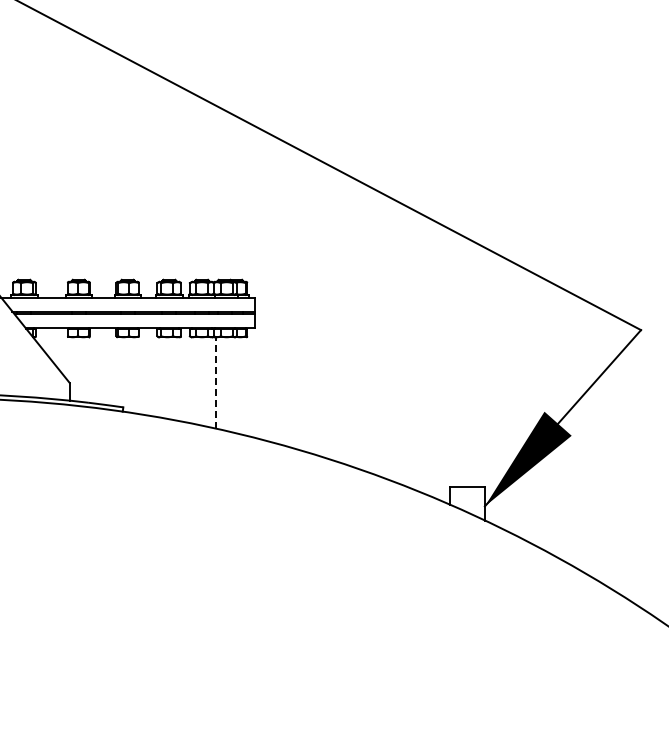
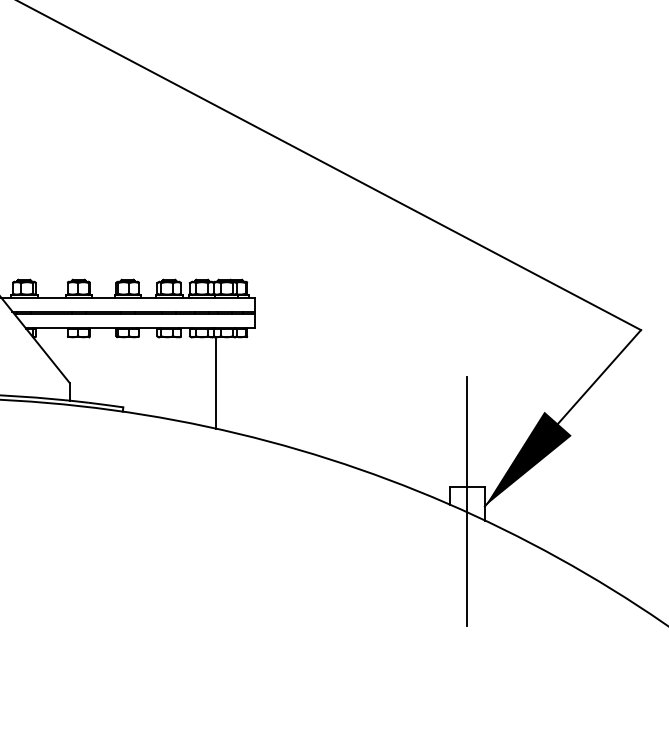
line at (215, 383): dashed -> solid
line at (467, 500): none -> present
